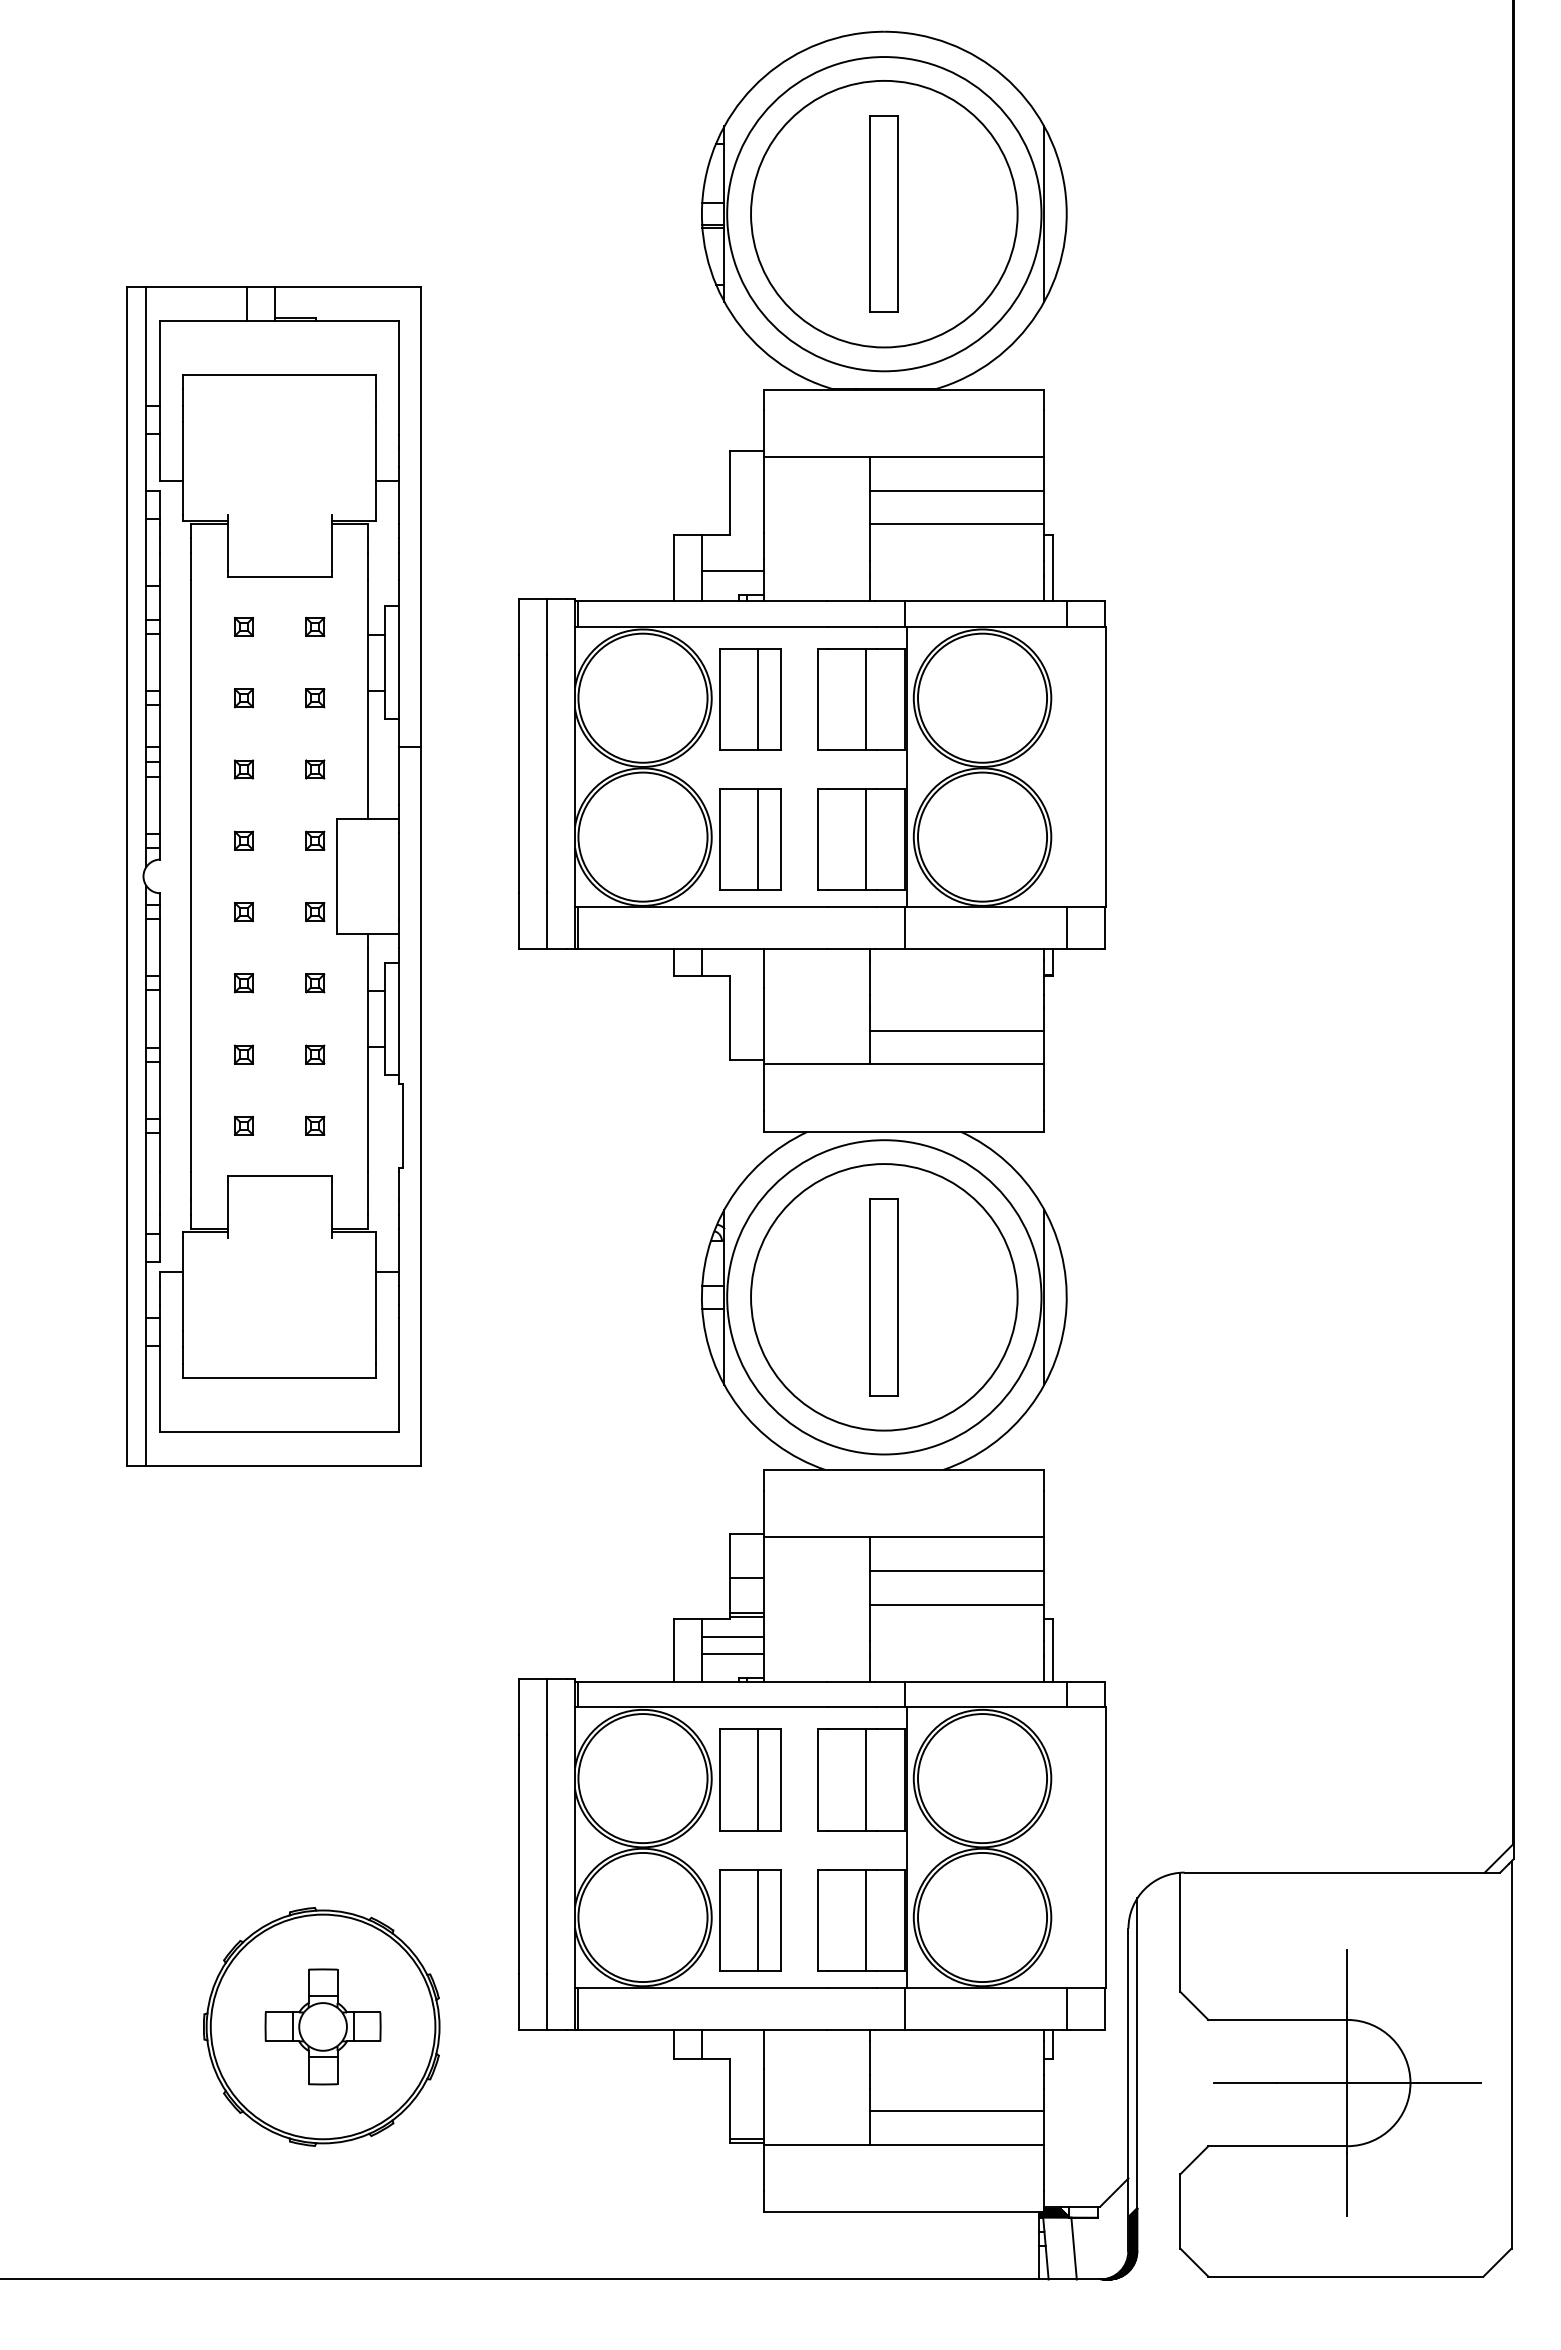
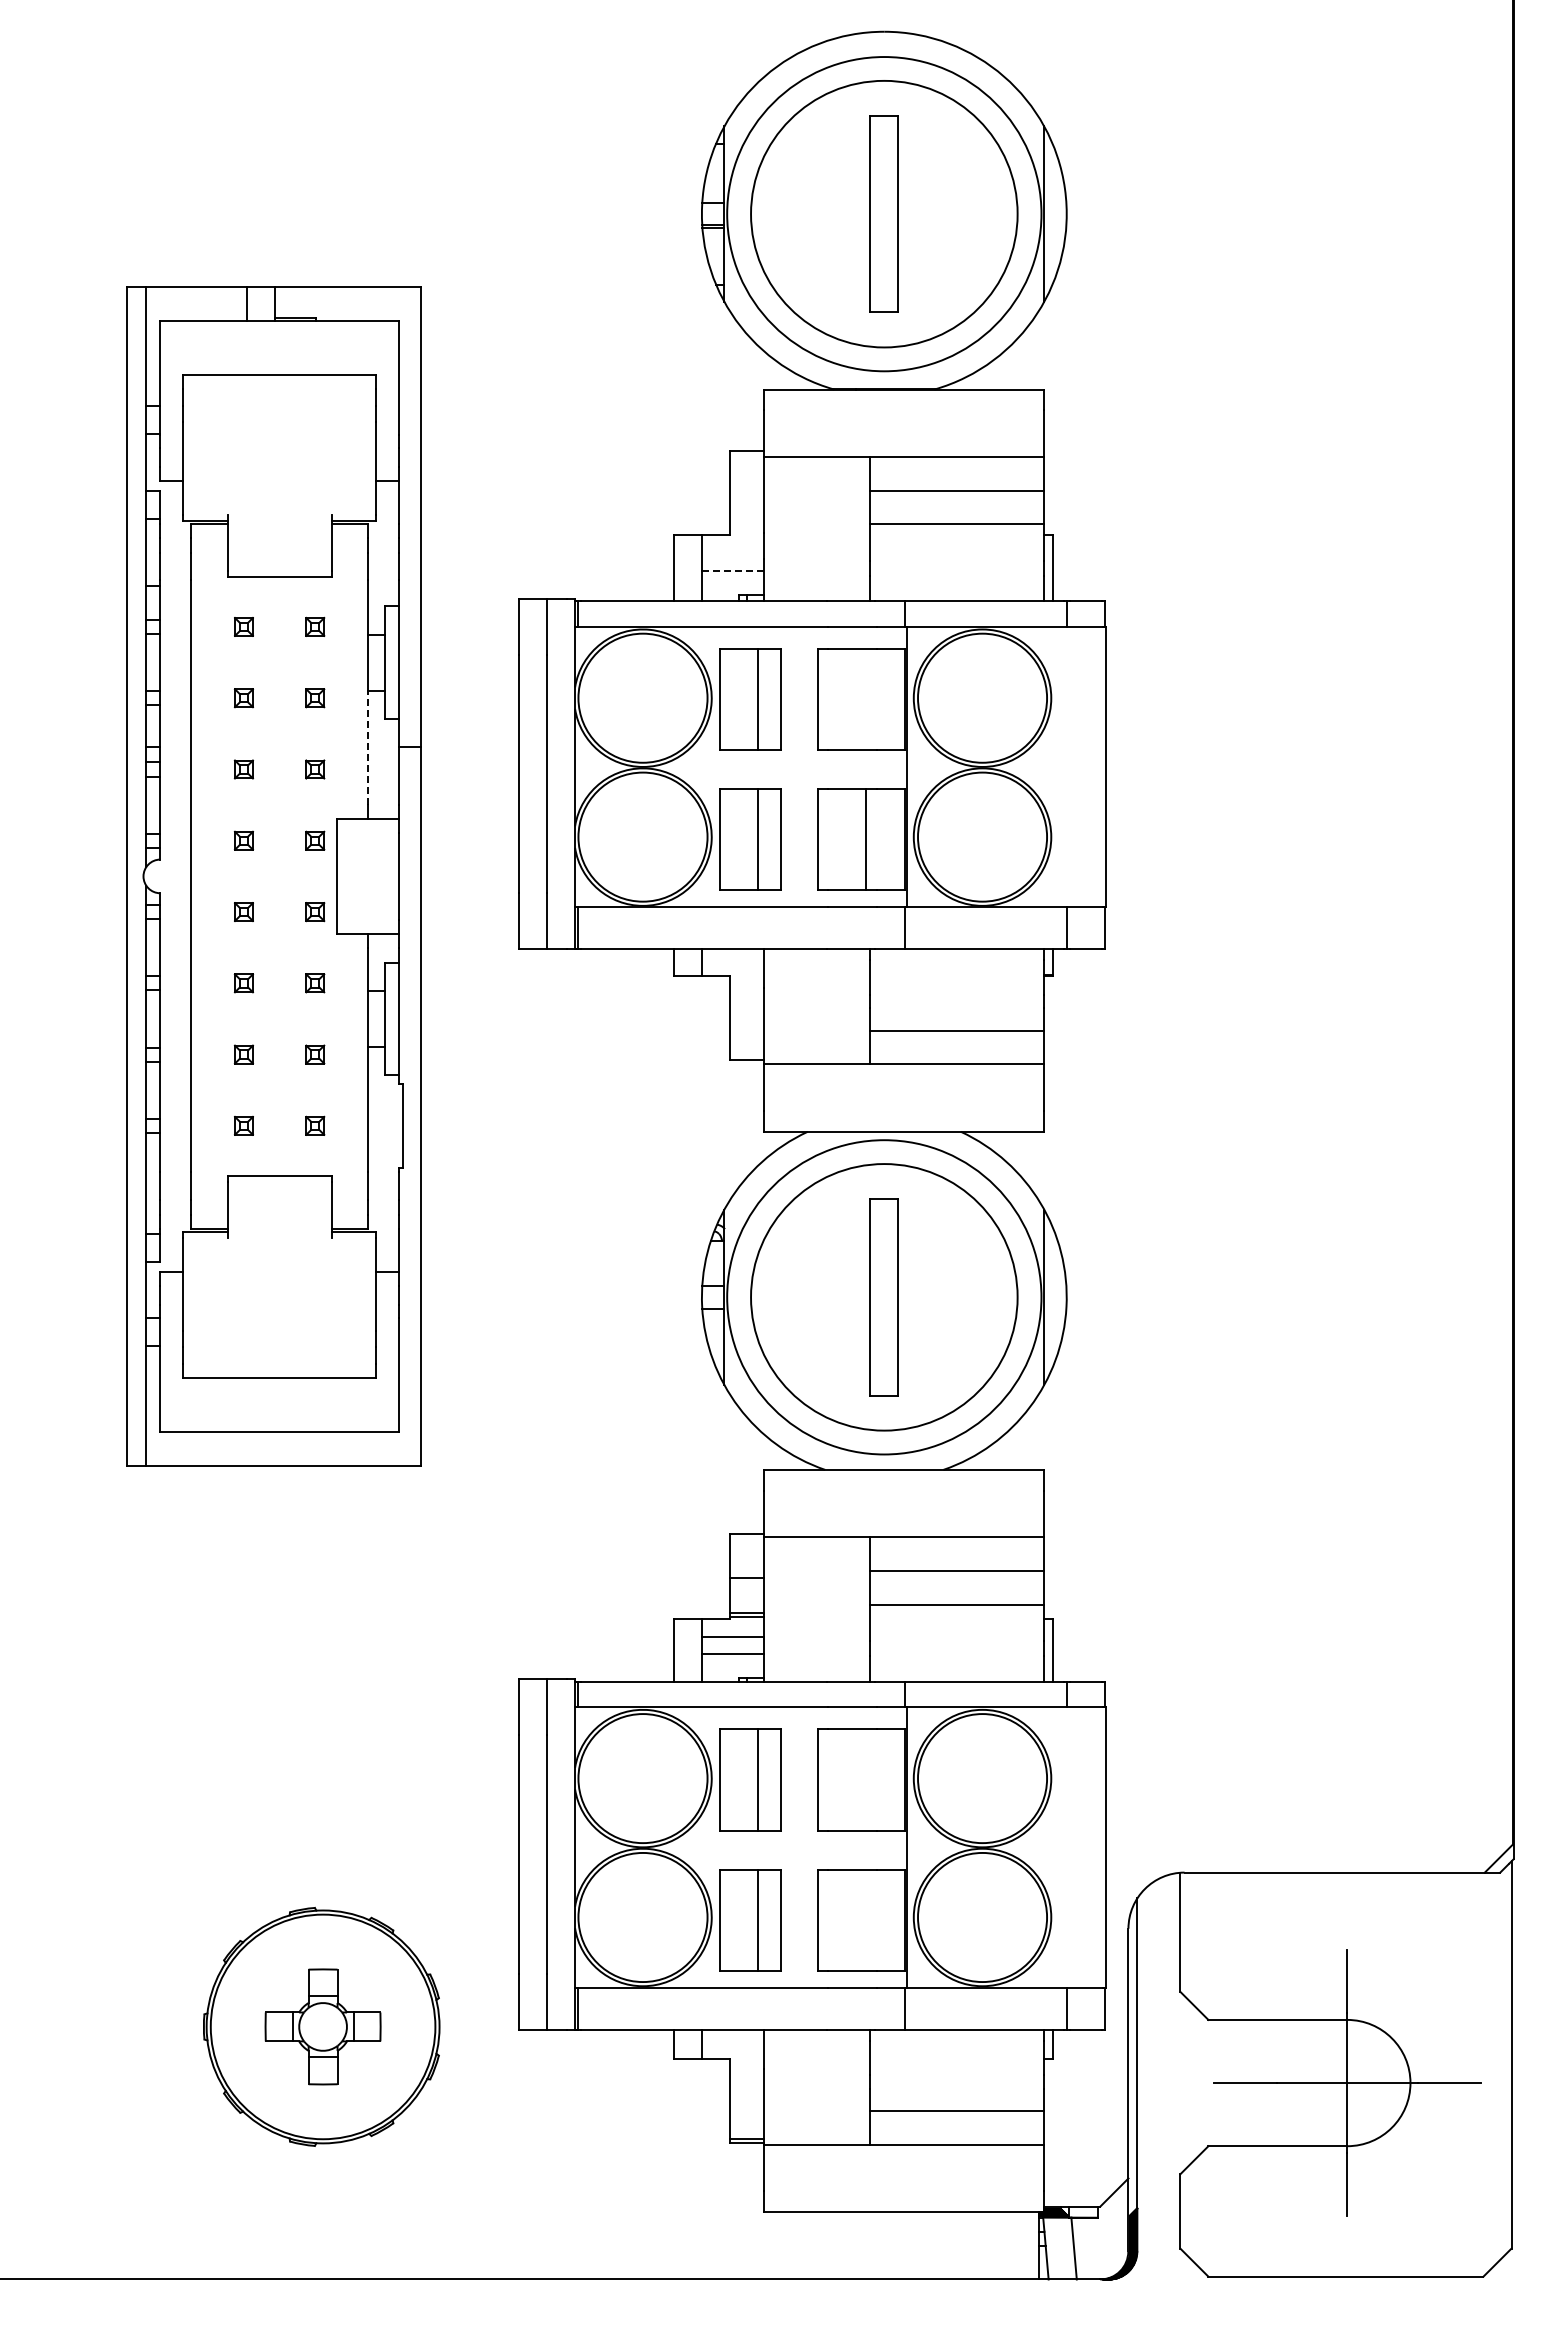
line at (732, 570): solid -> dashed
line at (866, 699): present -> none
line at (368, 747): solid -> dashed
line at (866, 1779): present -> none
line at (866, 1919): present -> none
